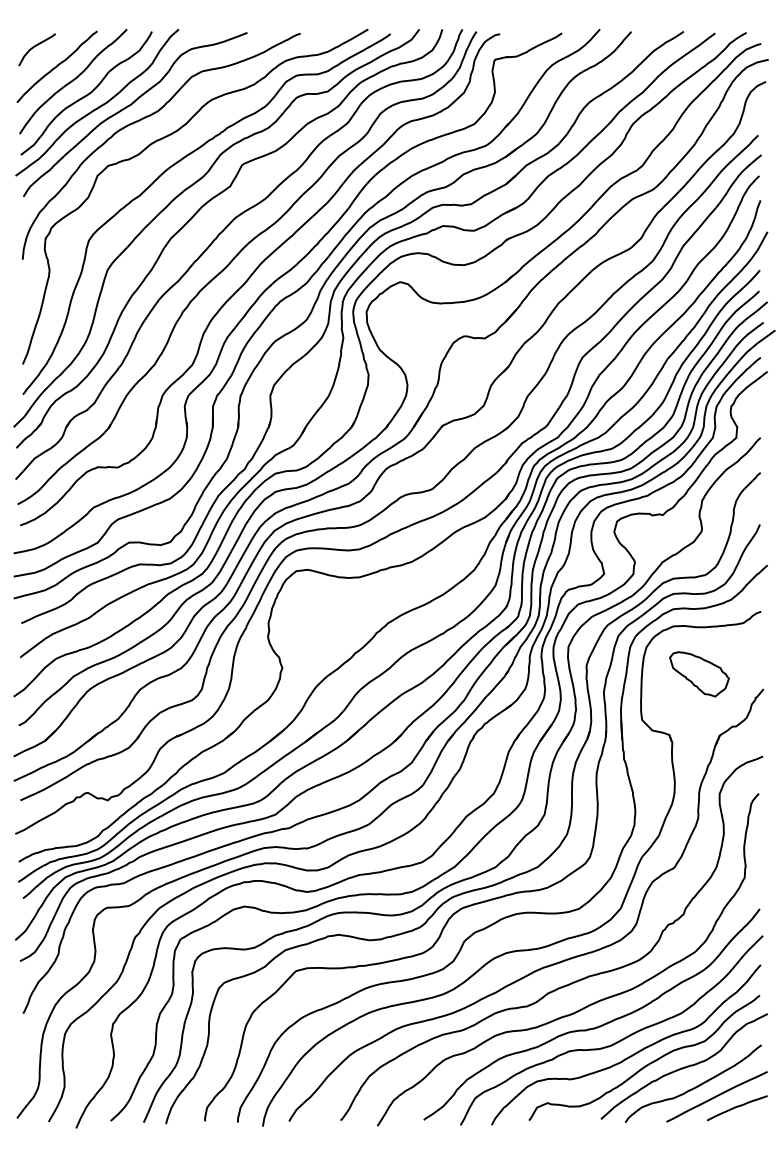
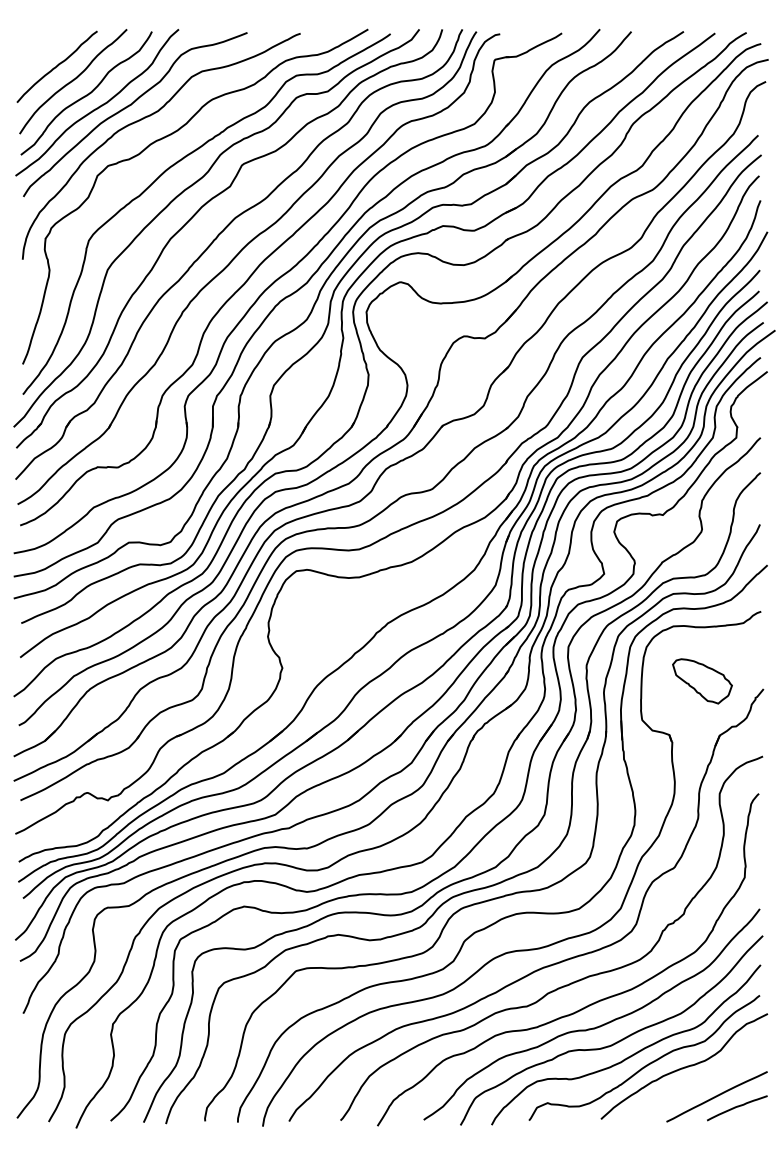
curve at (34, 47): present -> none
part at (699, 674) position: (699, 674) -> (702, 681)
curve at (695, 1086): present -> none
